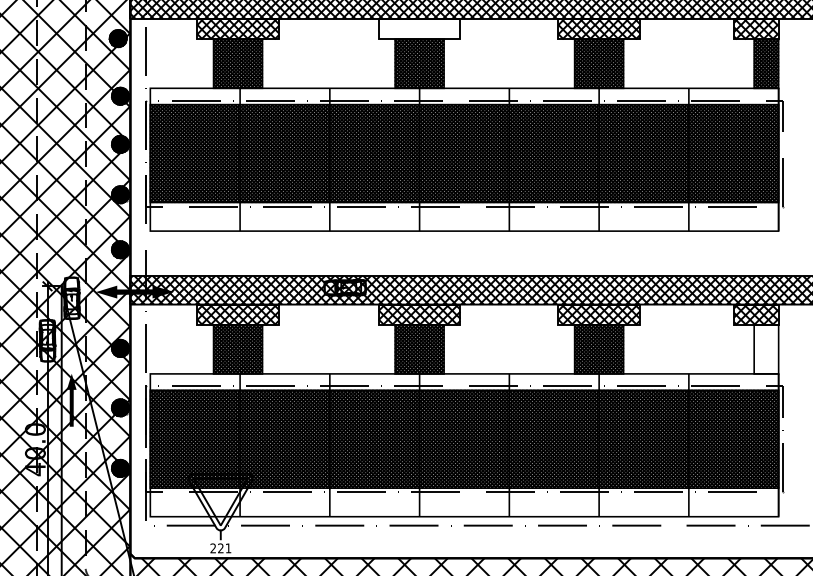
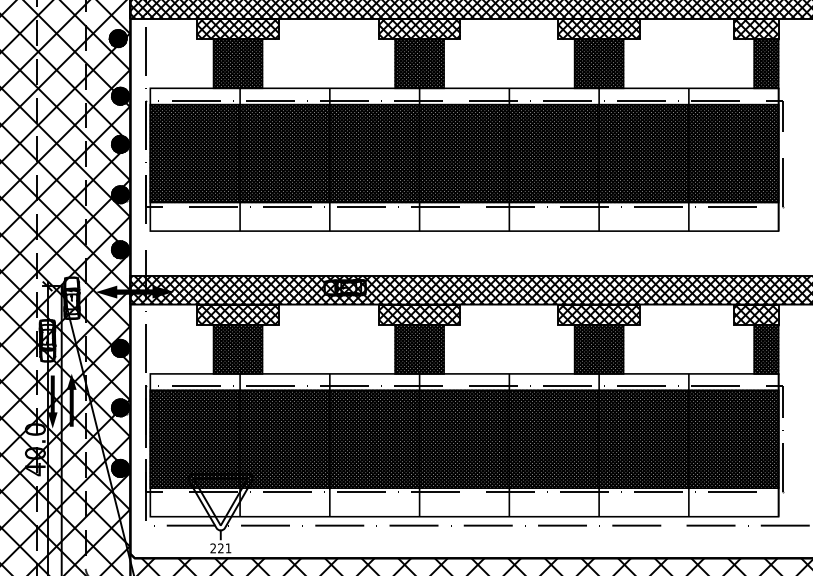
hatch at (419, 28): none -> present
hatch at (766, 348): none -> present
fill at (52, 401): none -> present
